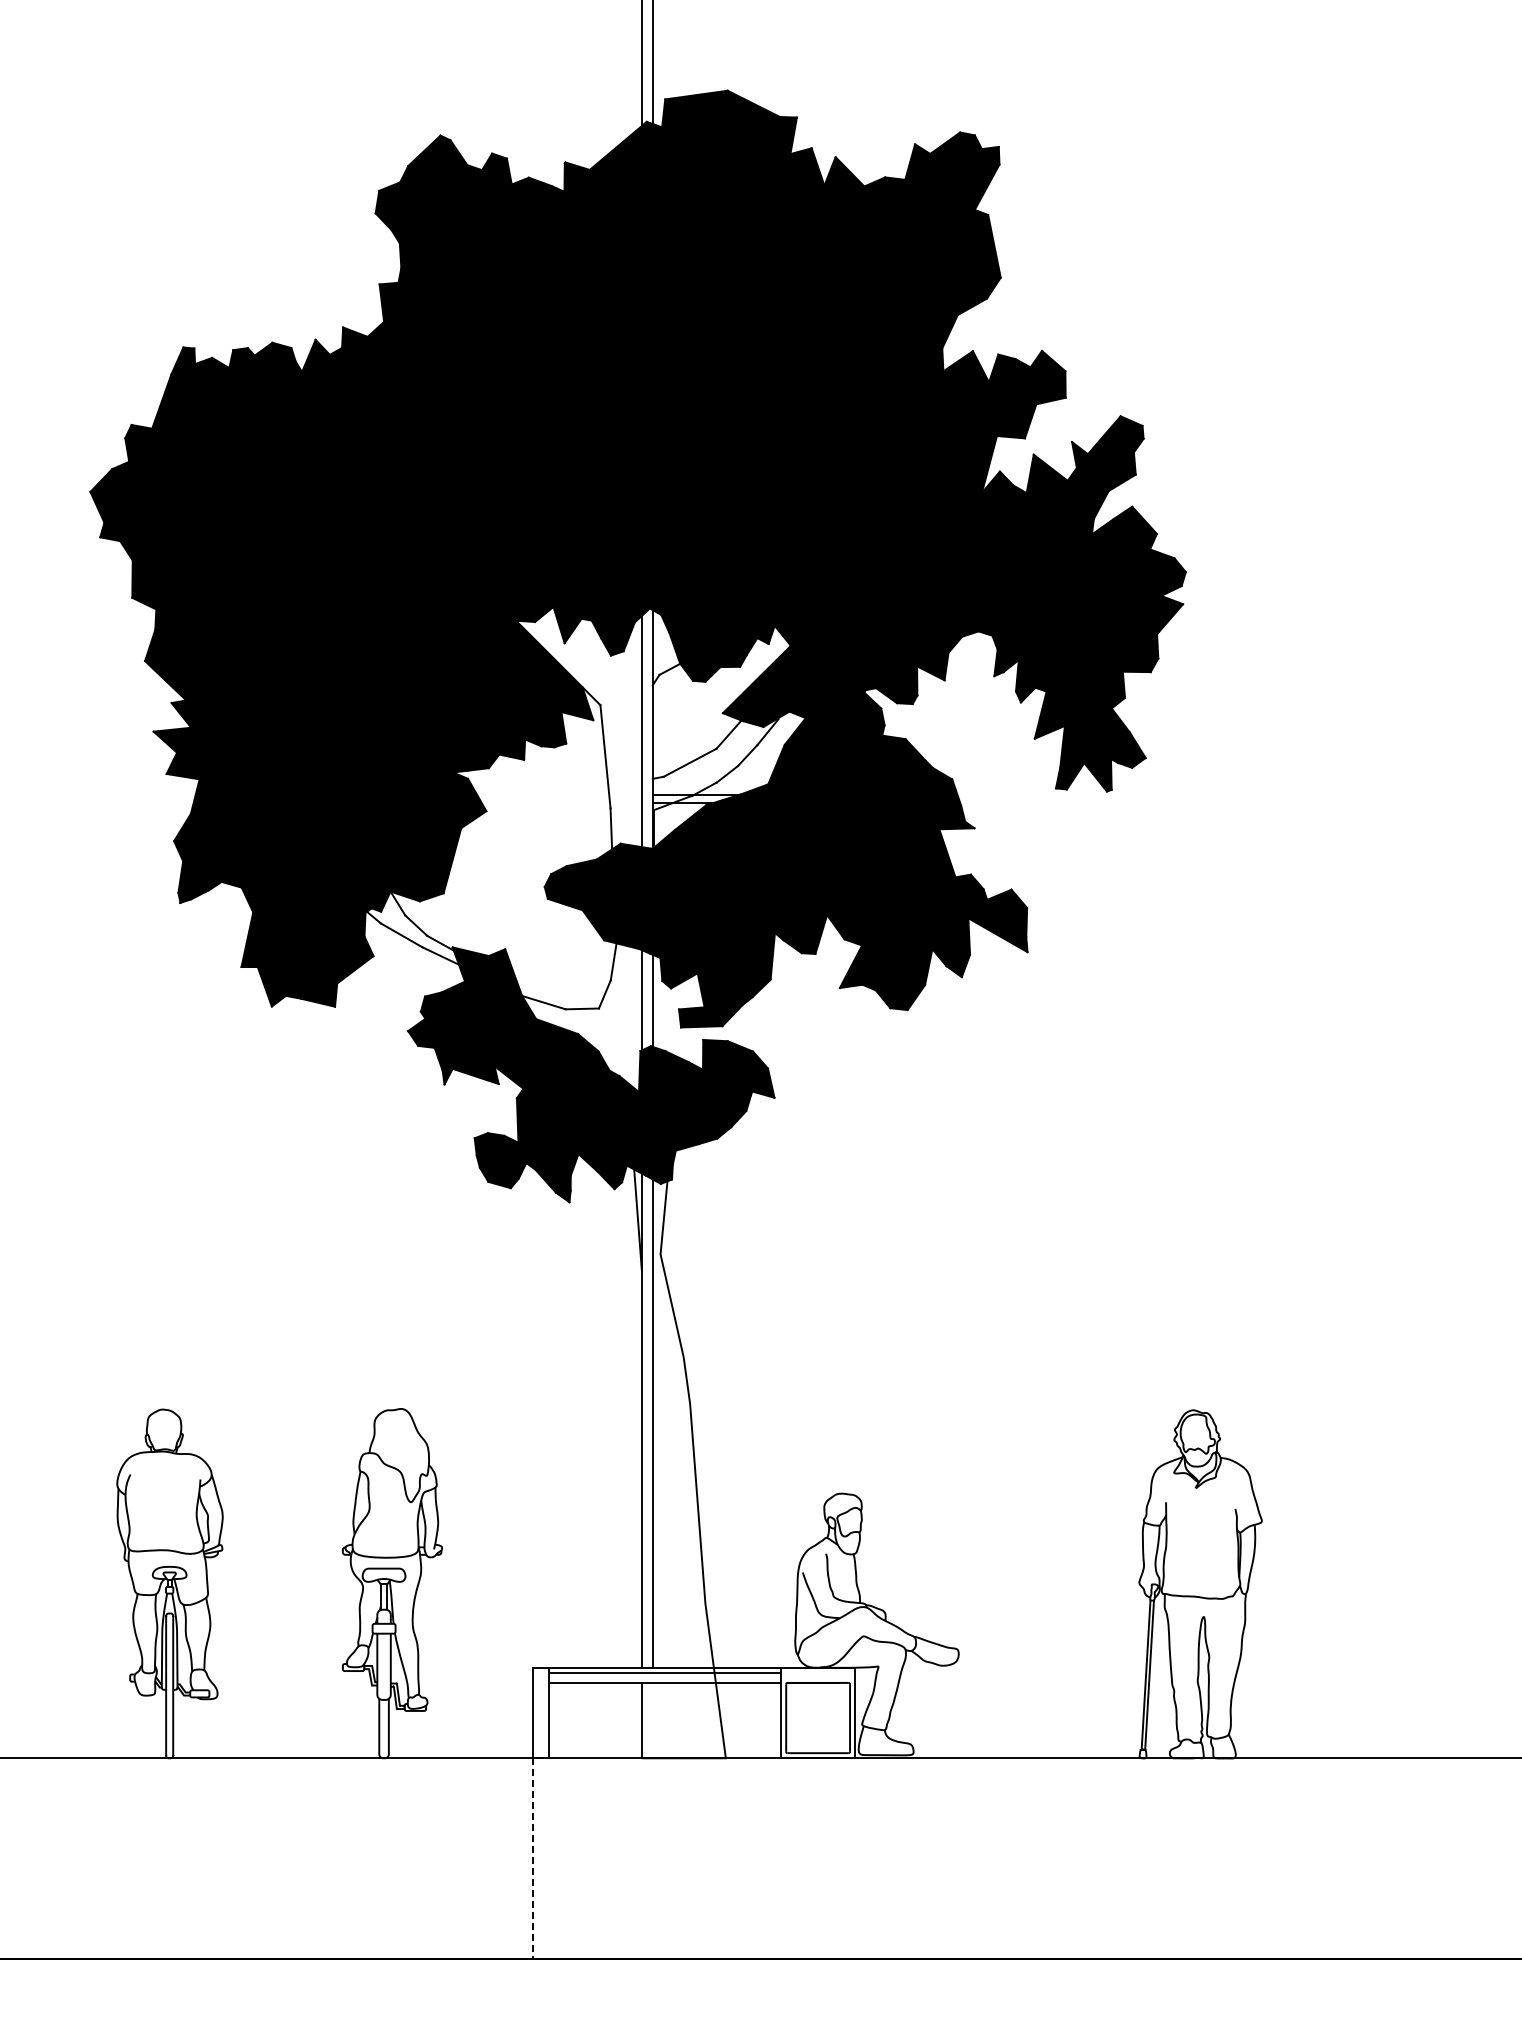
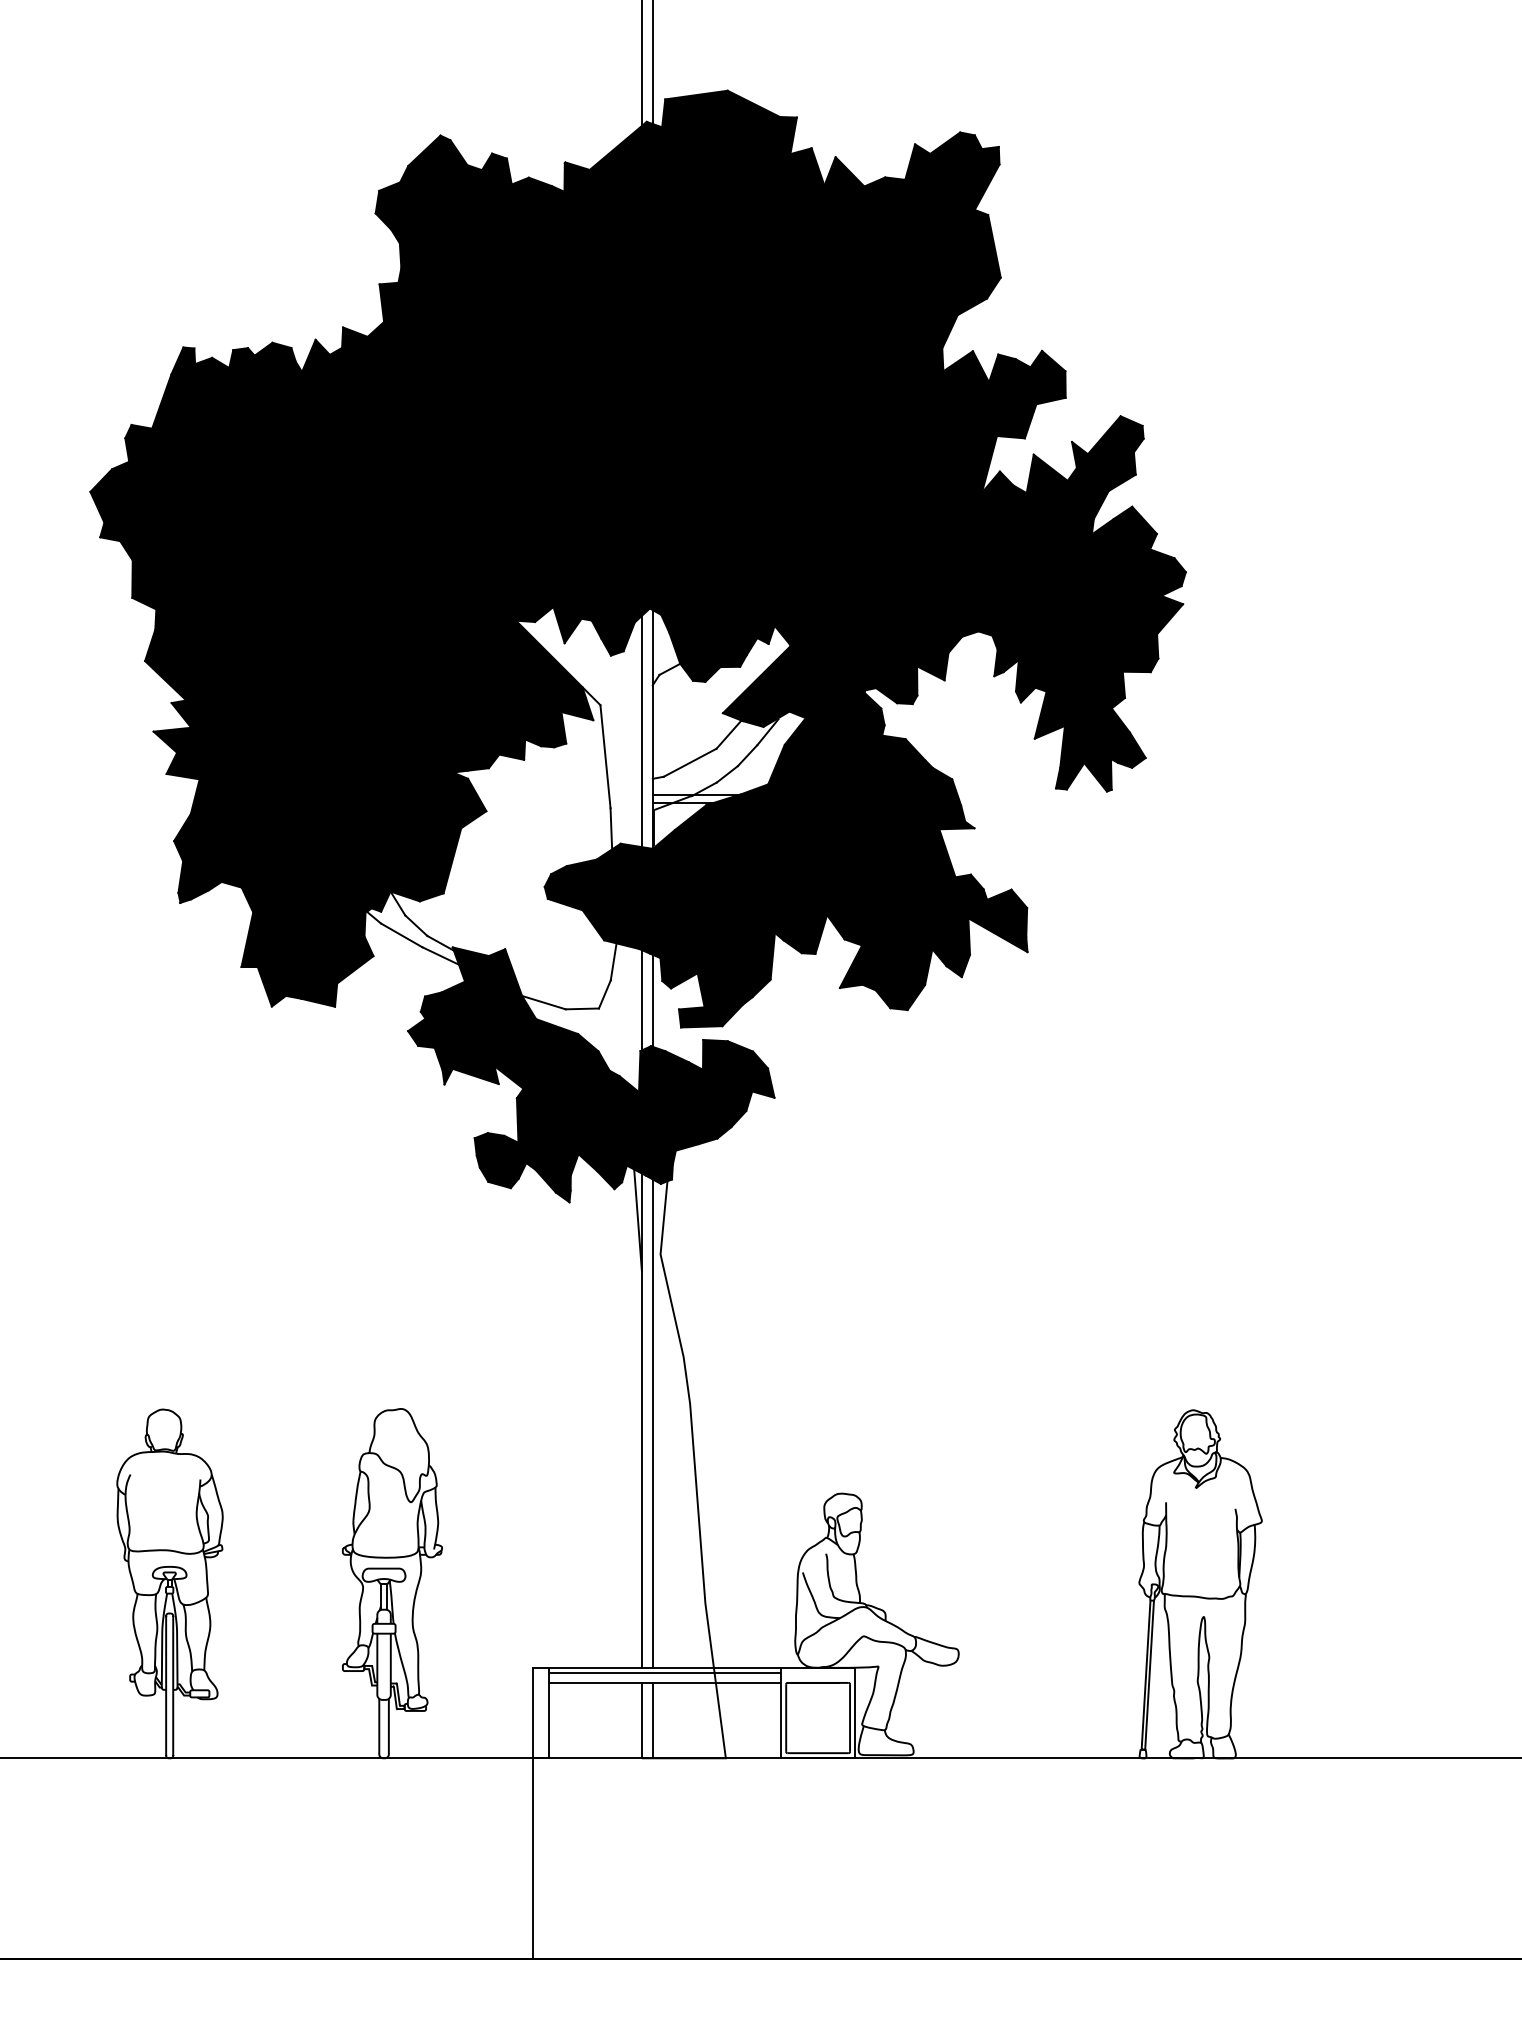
line at (652, 1720): none -> present
line at (533, 1858): dashed -> solid
